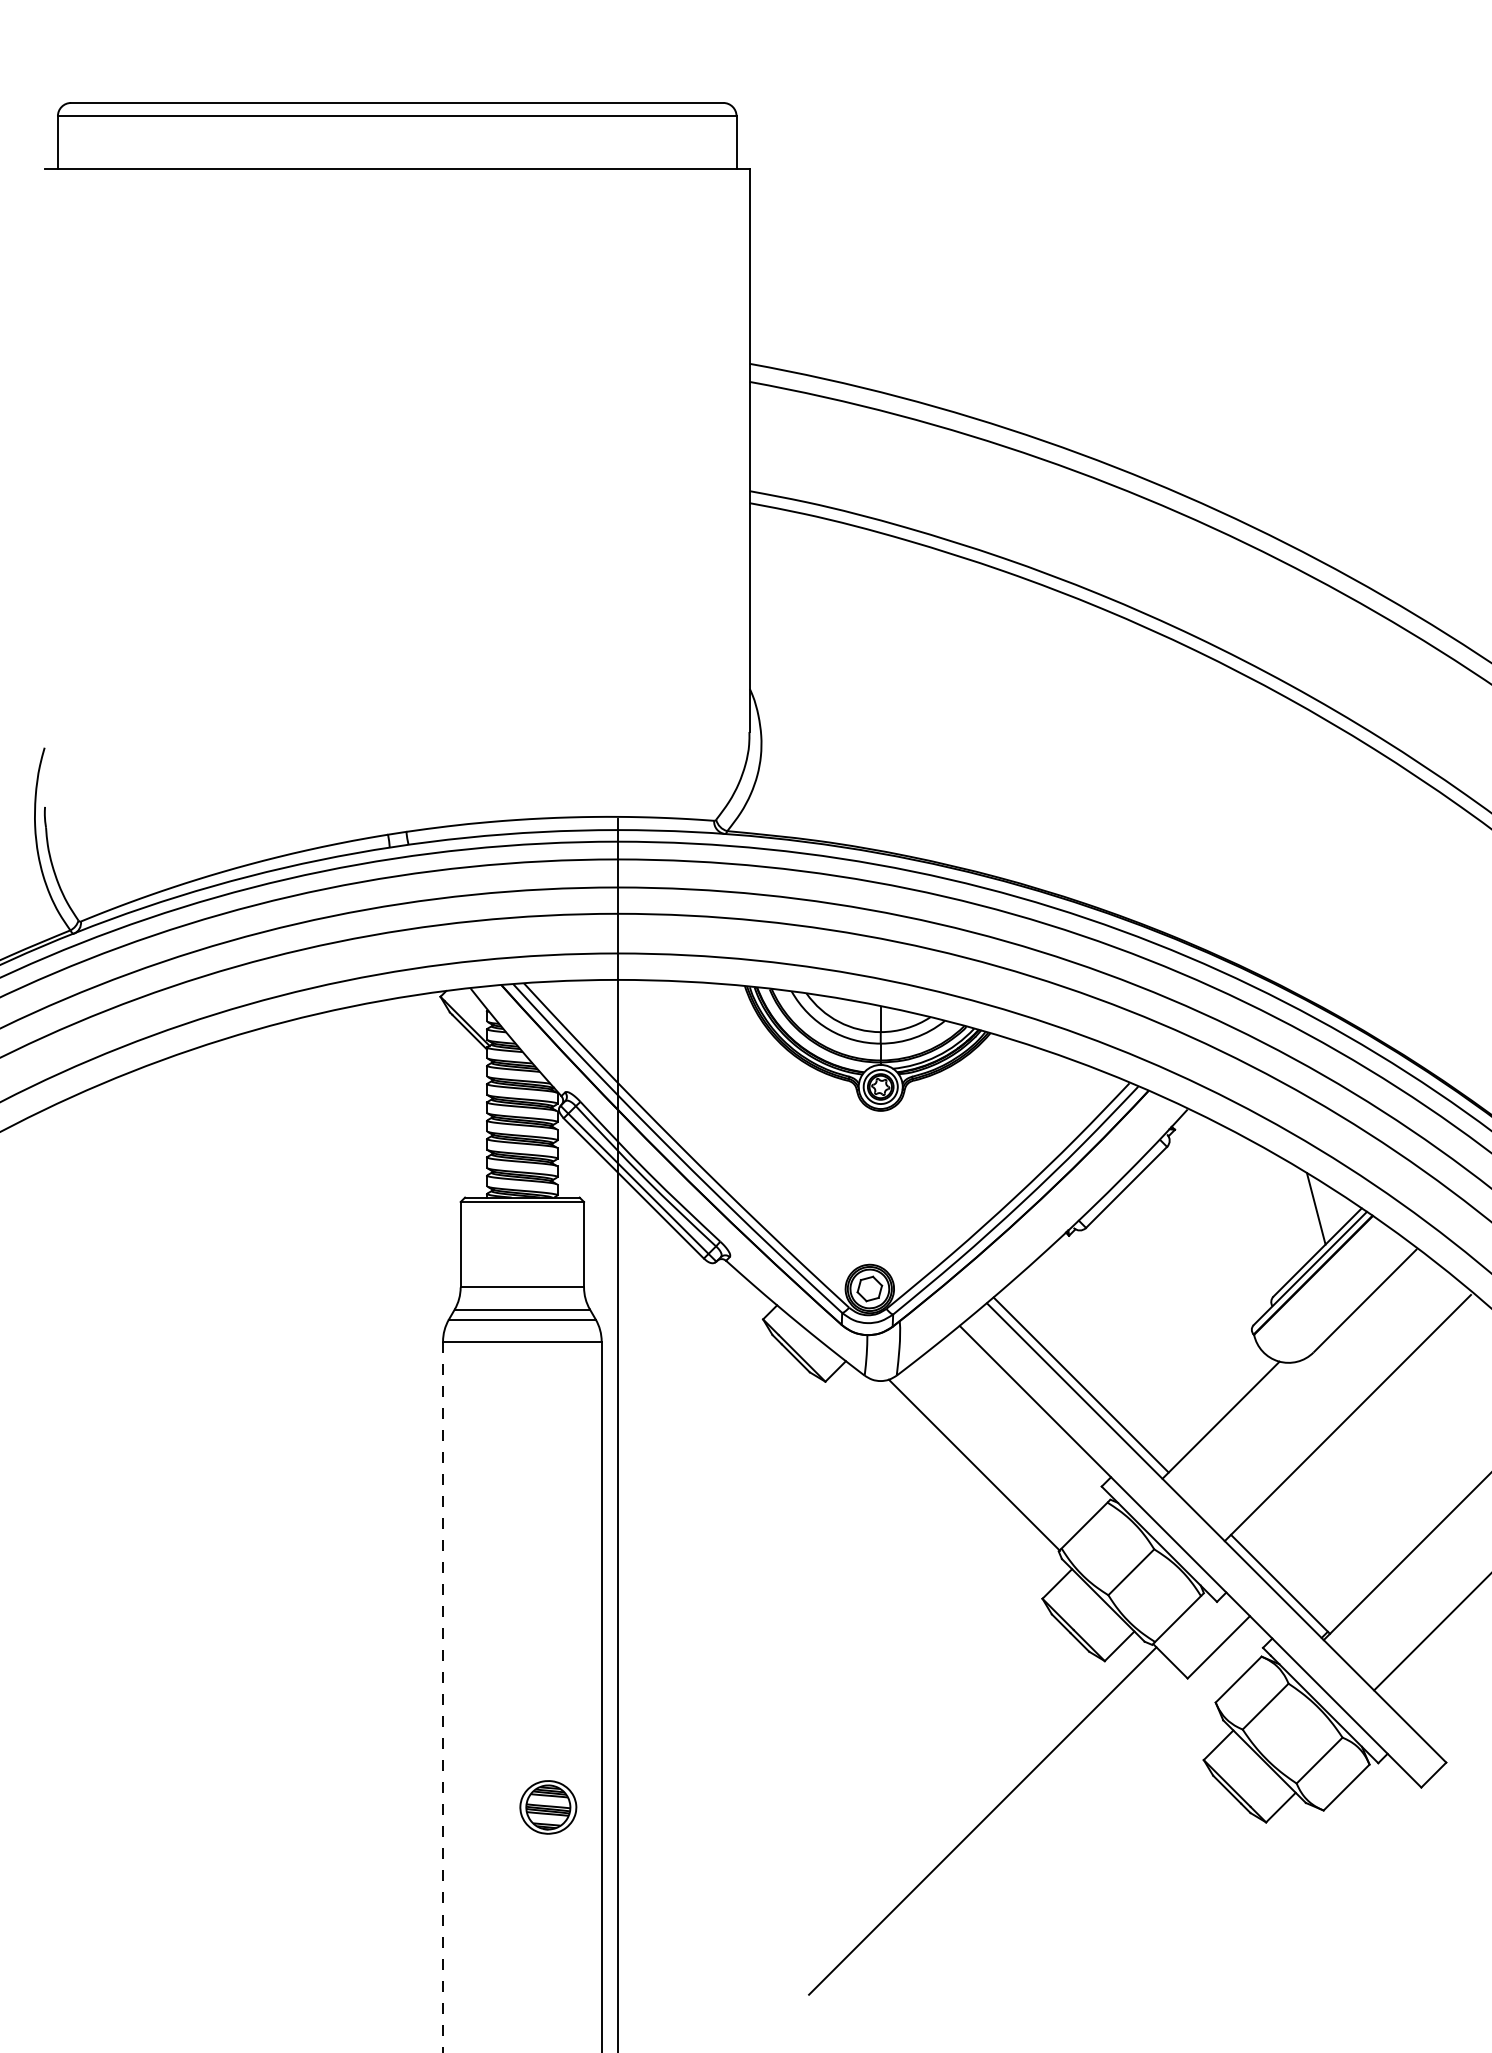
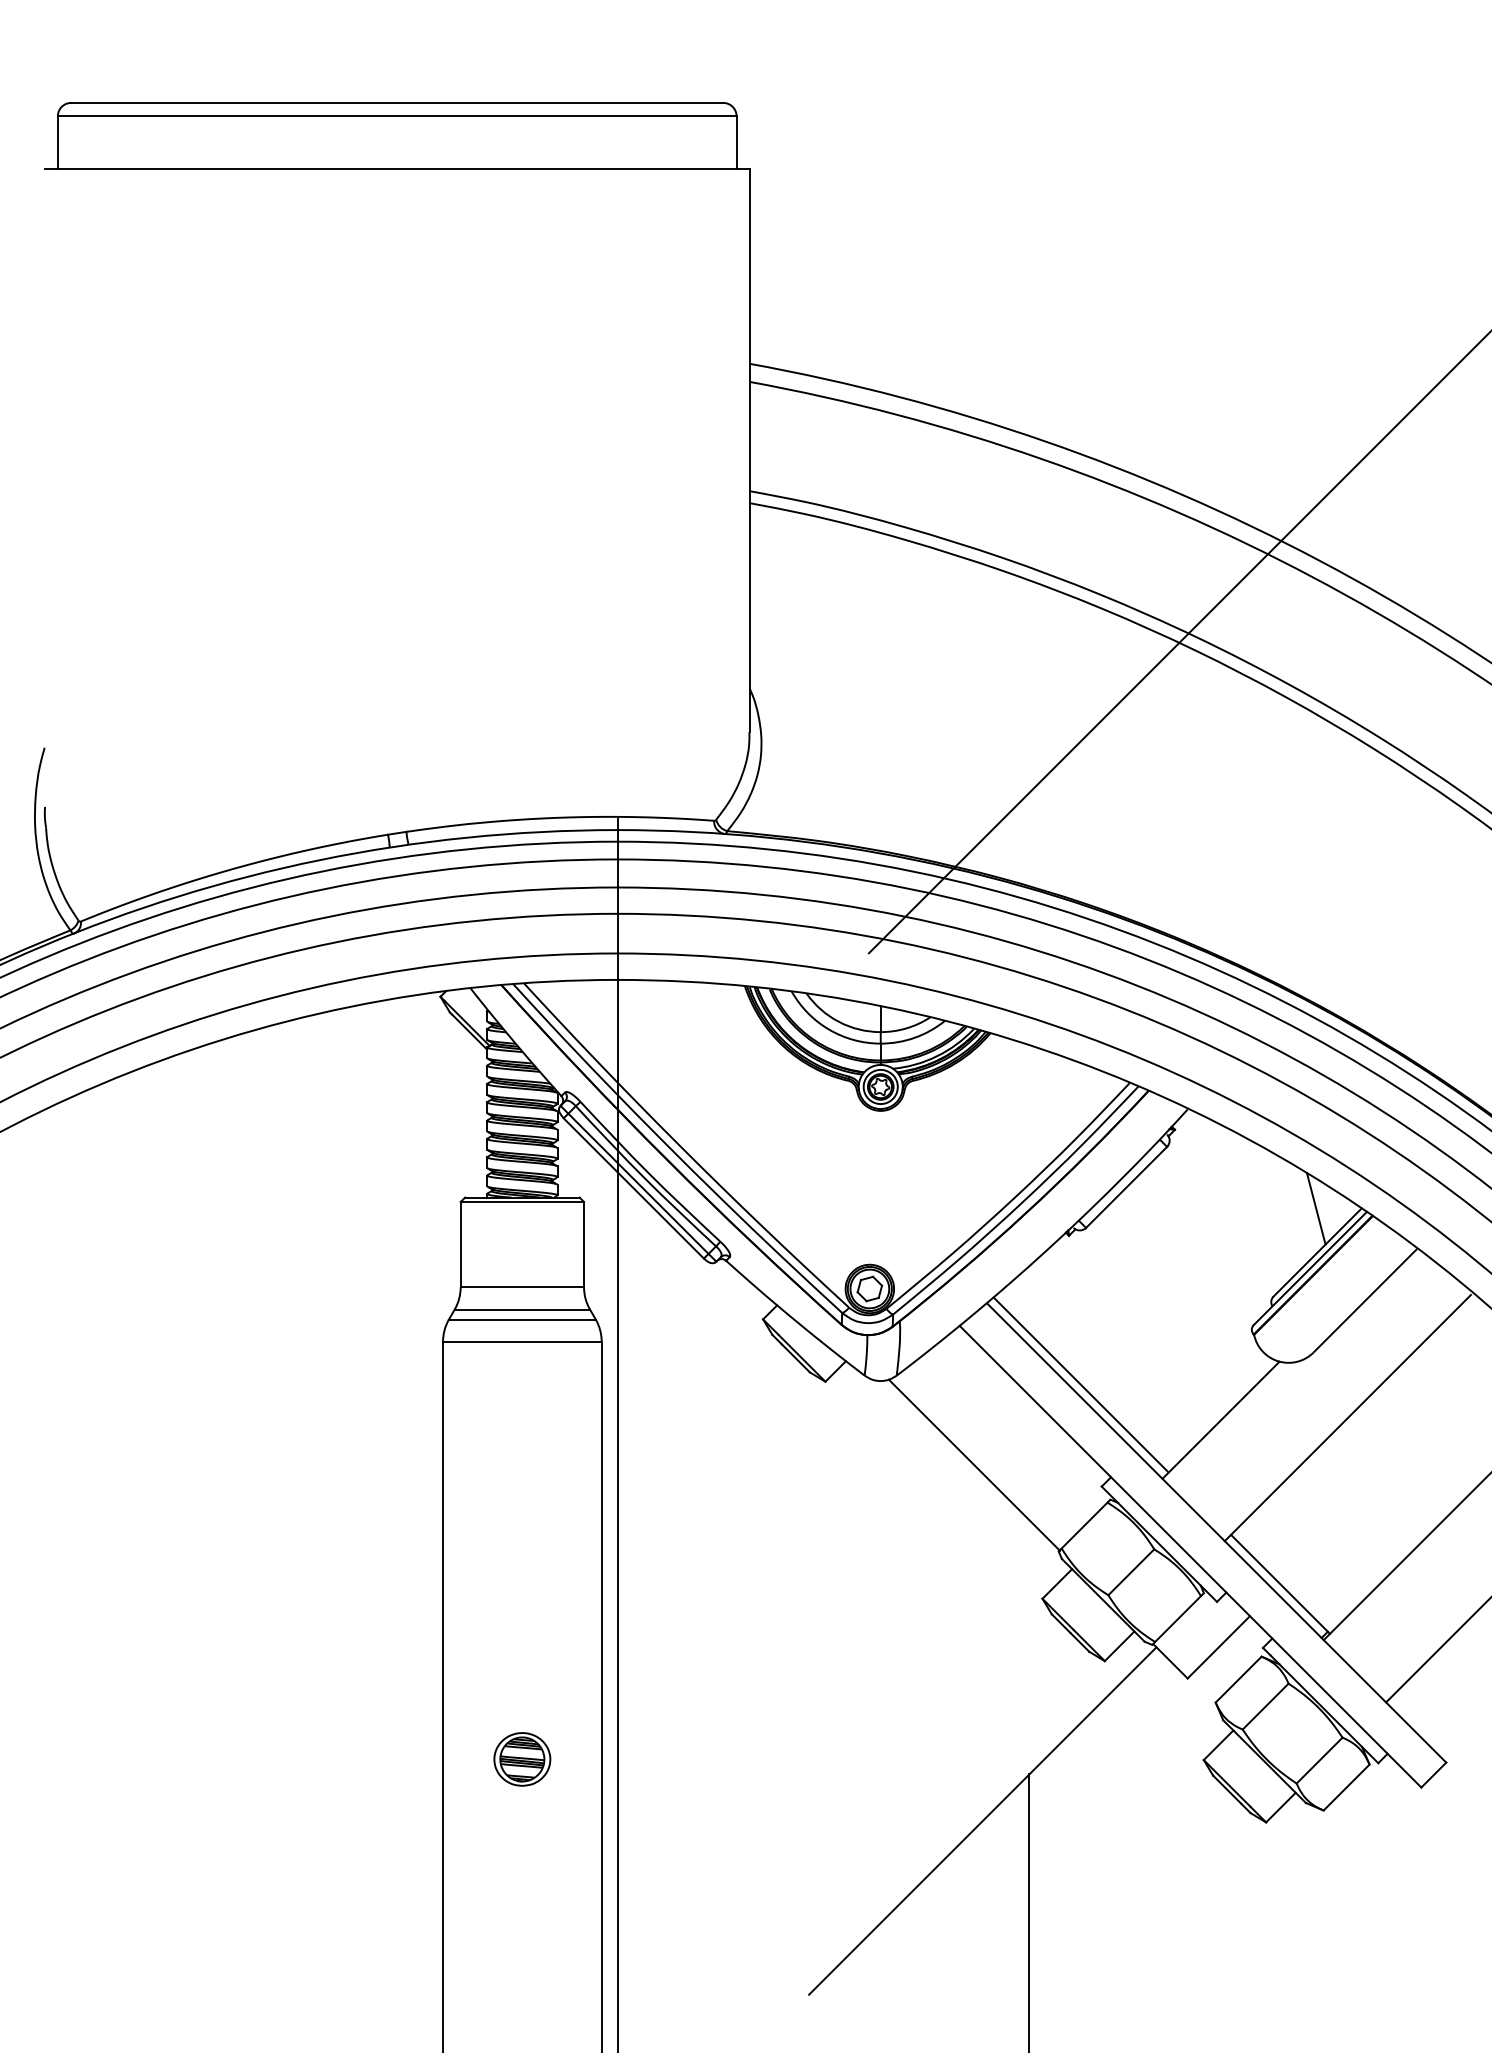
line at (1178, 643): none -> present
line at (1431, 1632) position: (1431, 1632) -> (1437, 1650)
line at (443, 1697): dashed -> solid
part at (548, 1807) position: (548, 1807) -> (522, 1759)
line at (1029, 1911): none -> present
